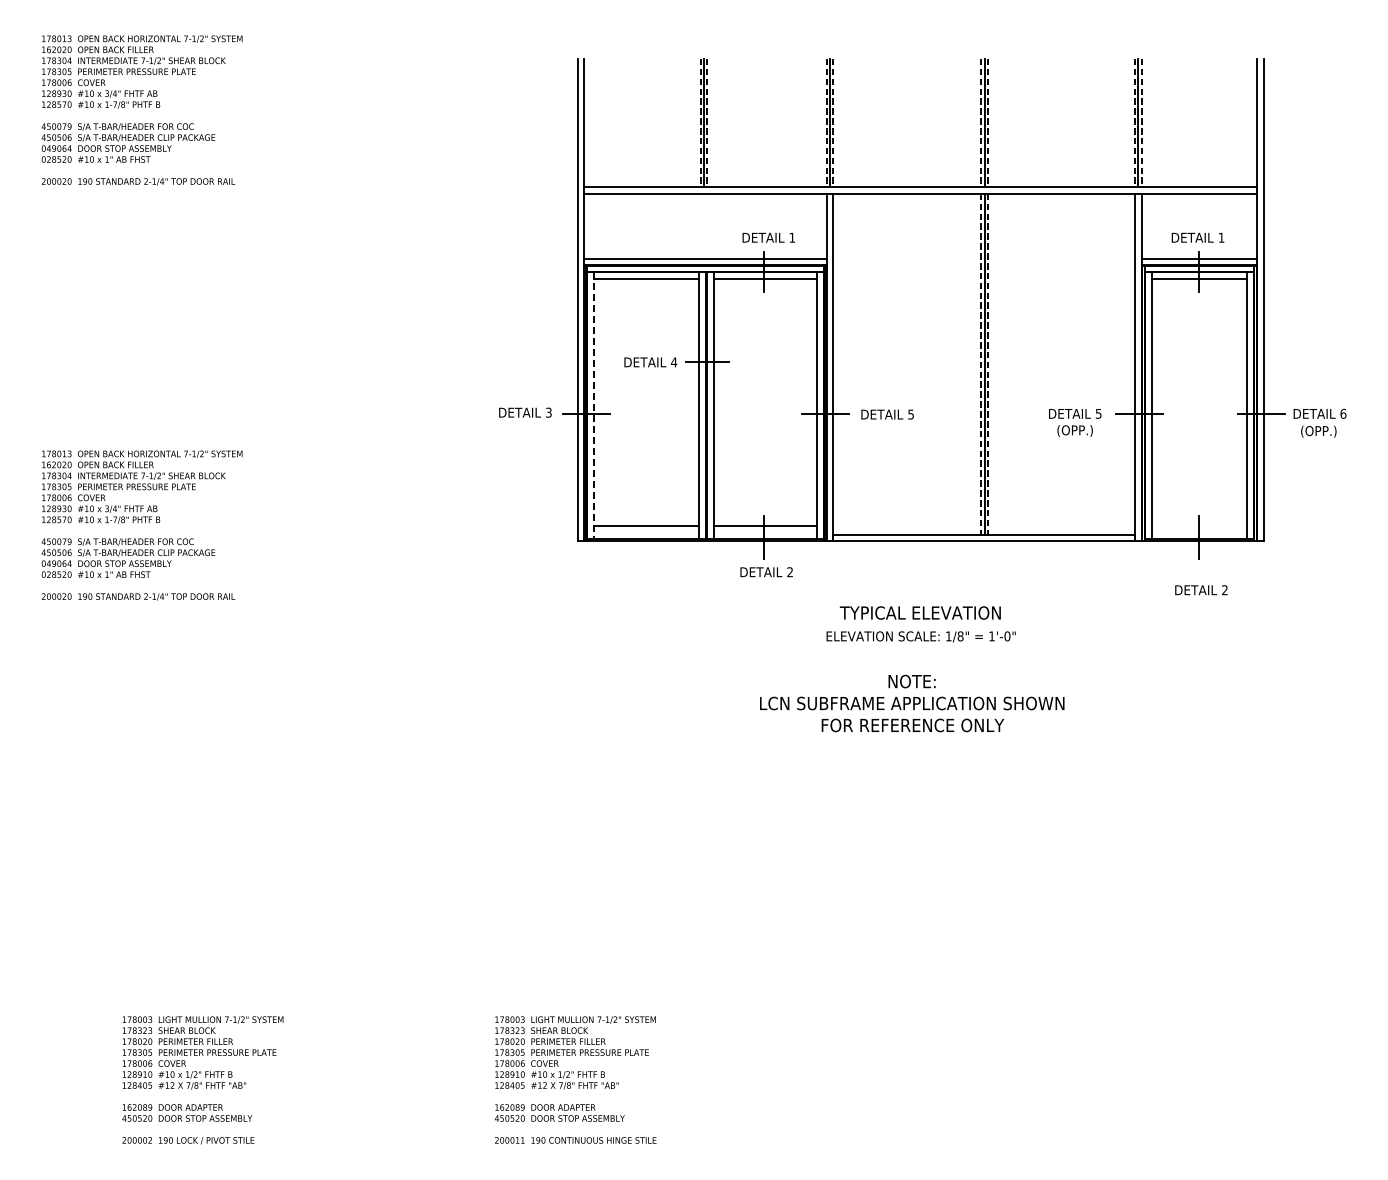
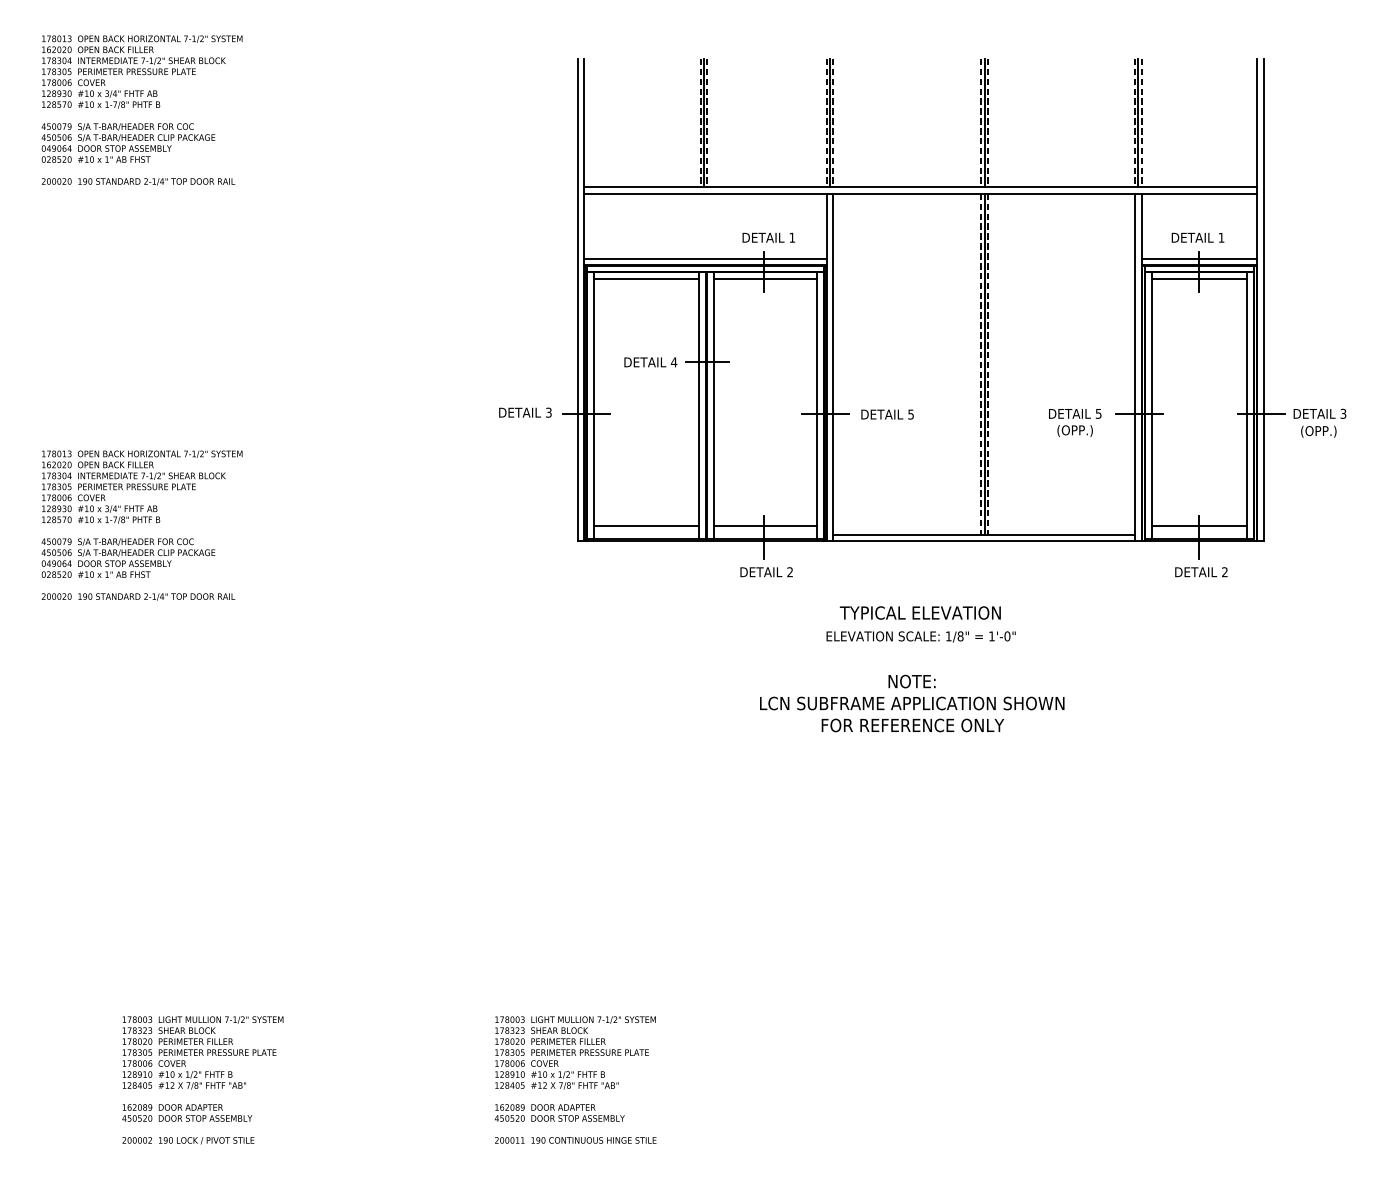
line at (594, 405): dashed -> solid
text at (1343, 413): 6 -> 3
line at (1198, 526): none -> present
text at (1201, 590) position: (1201, 590) -> (1201, 572)
